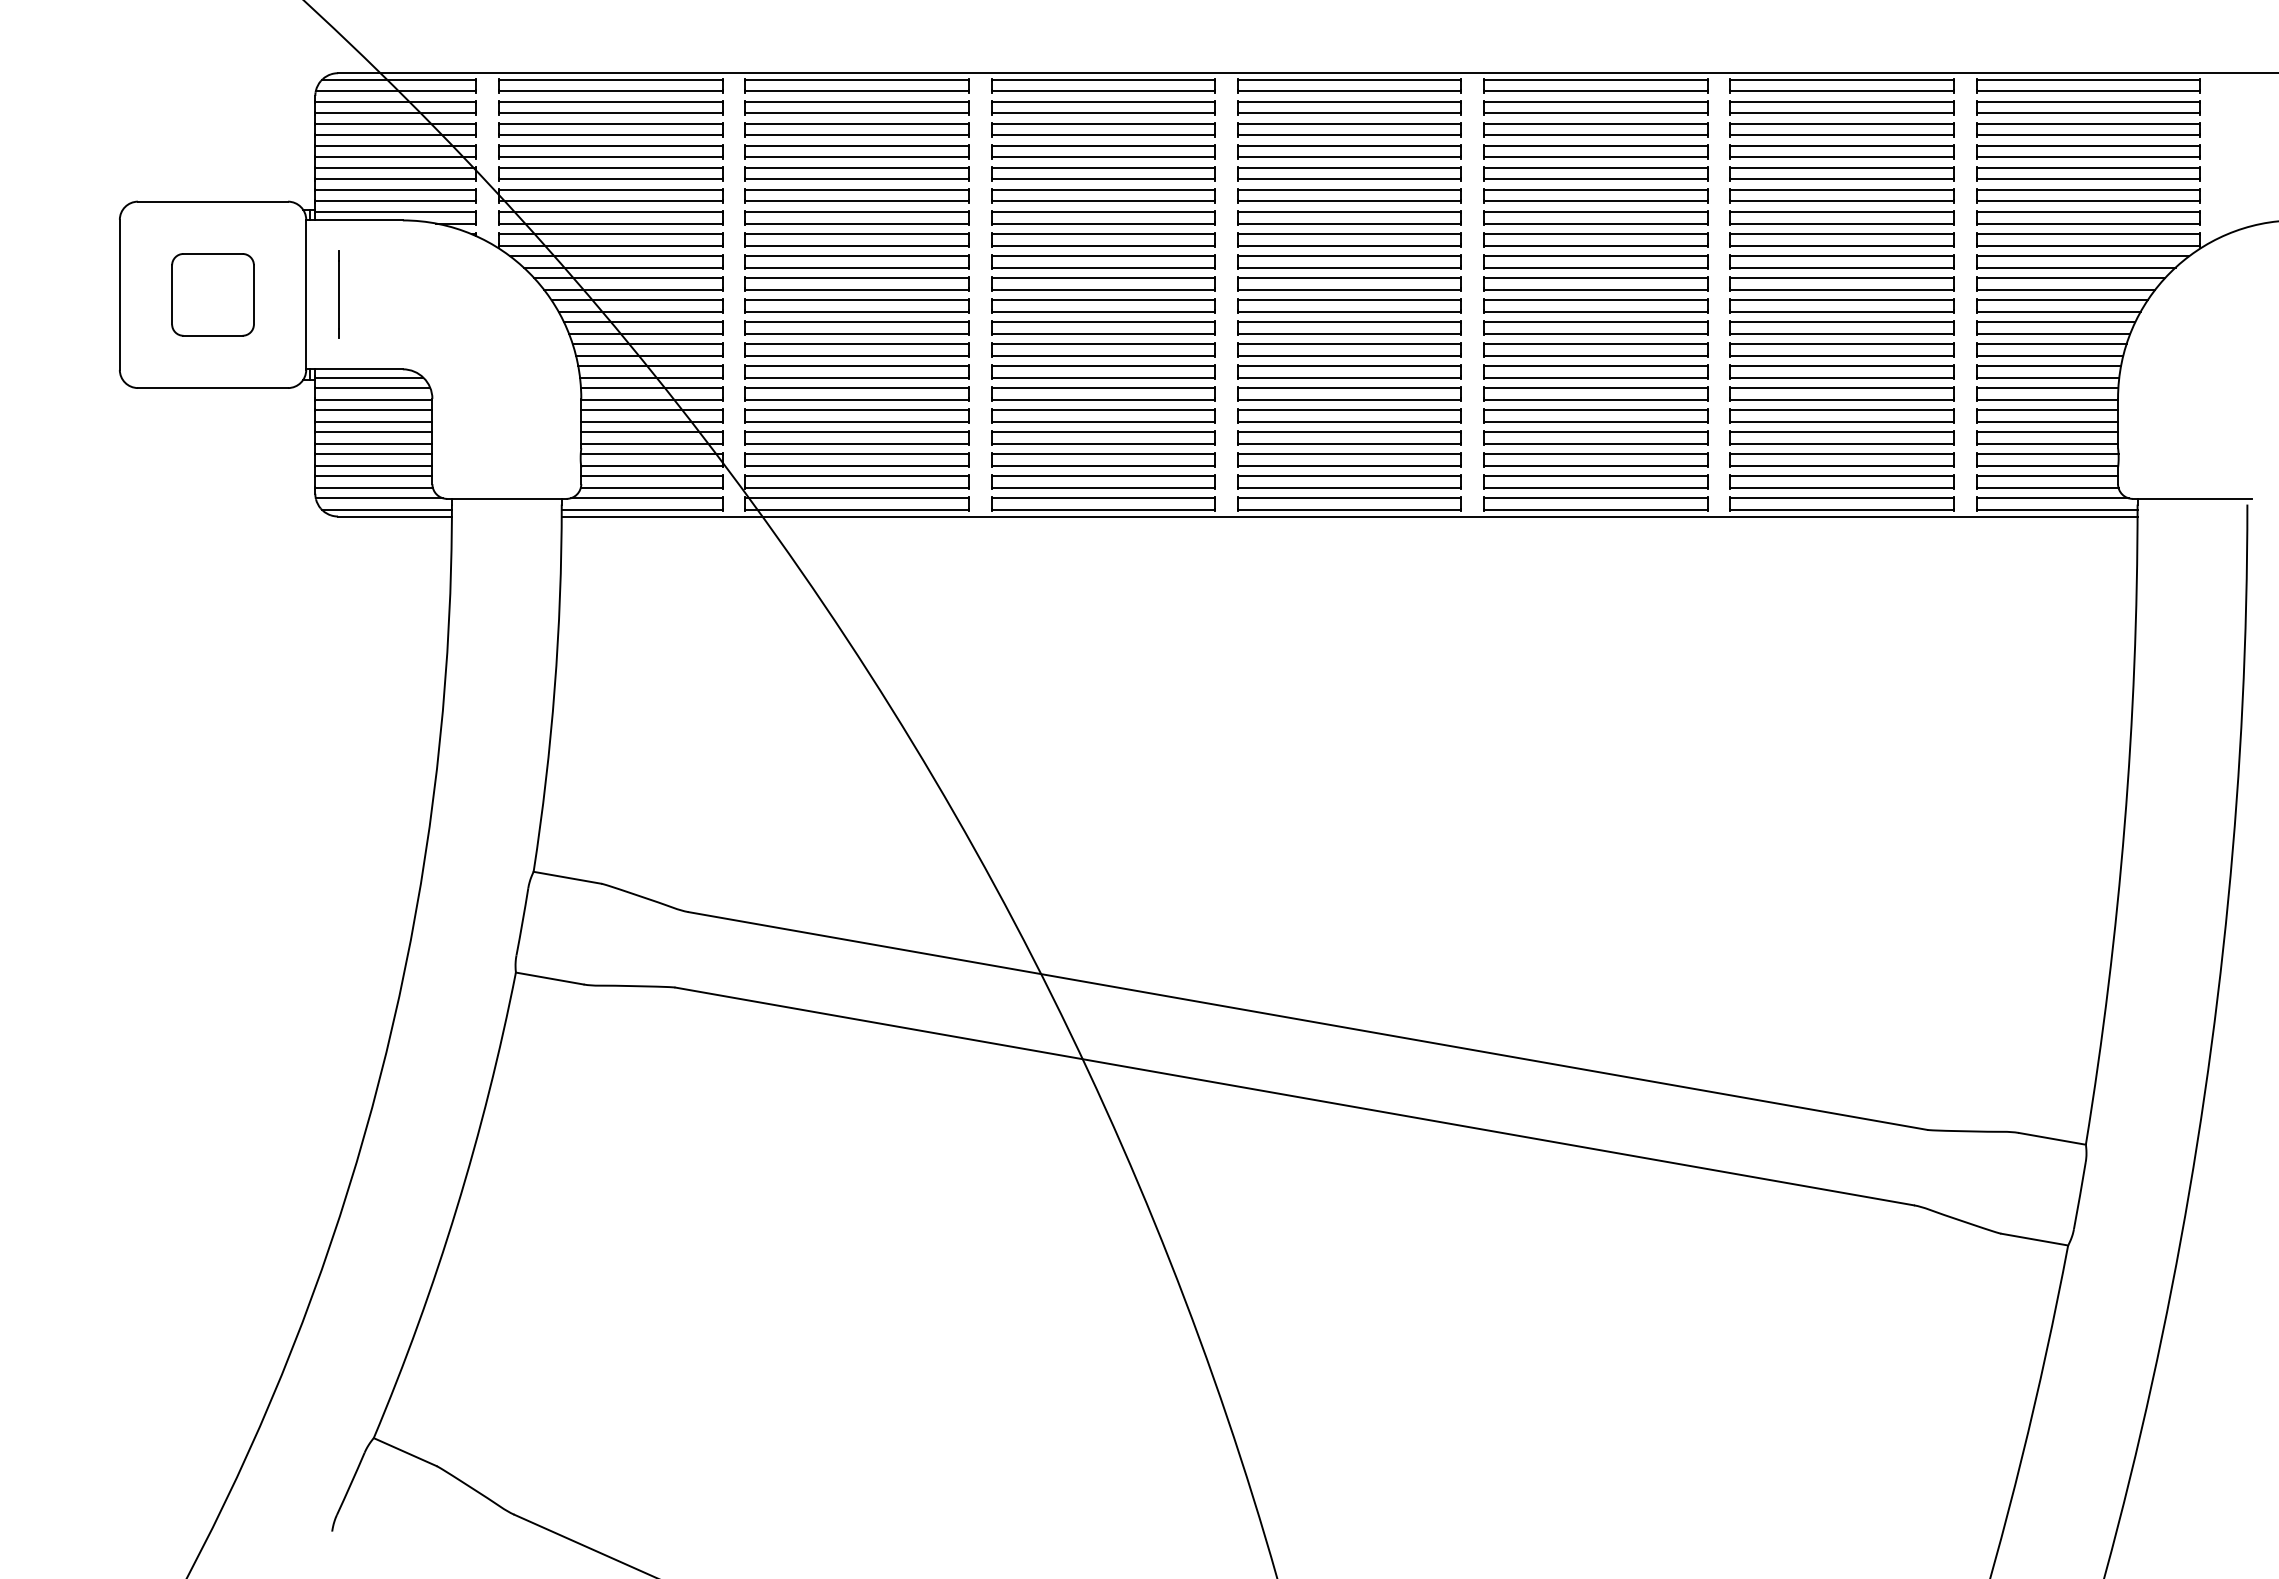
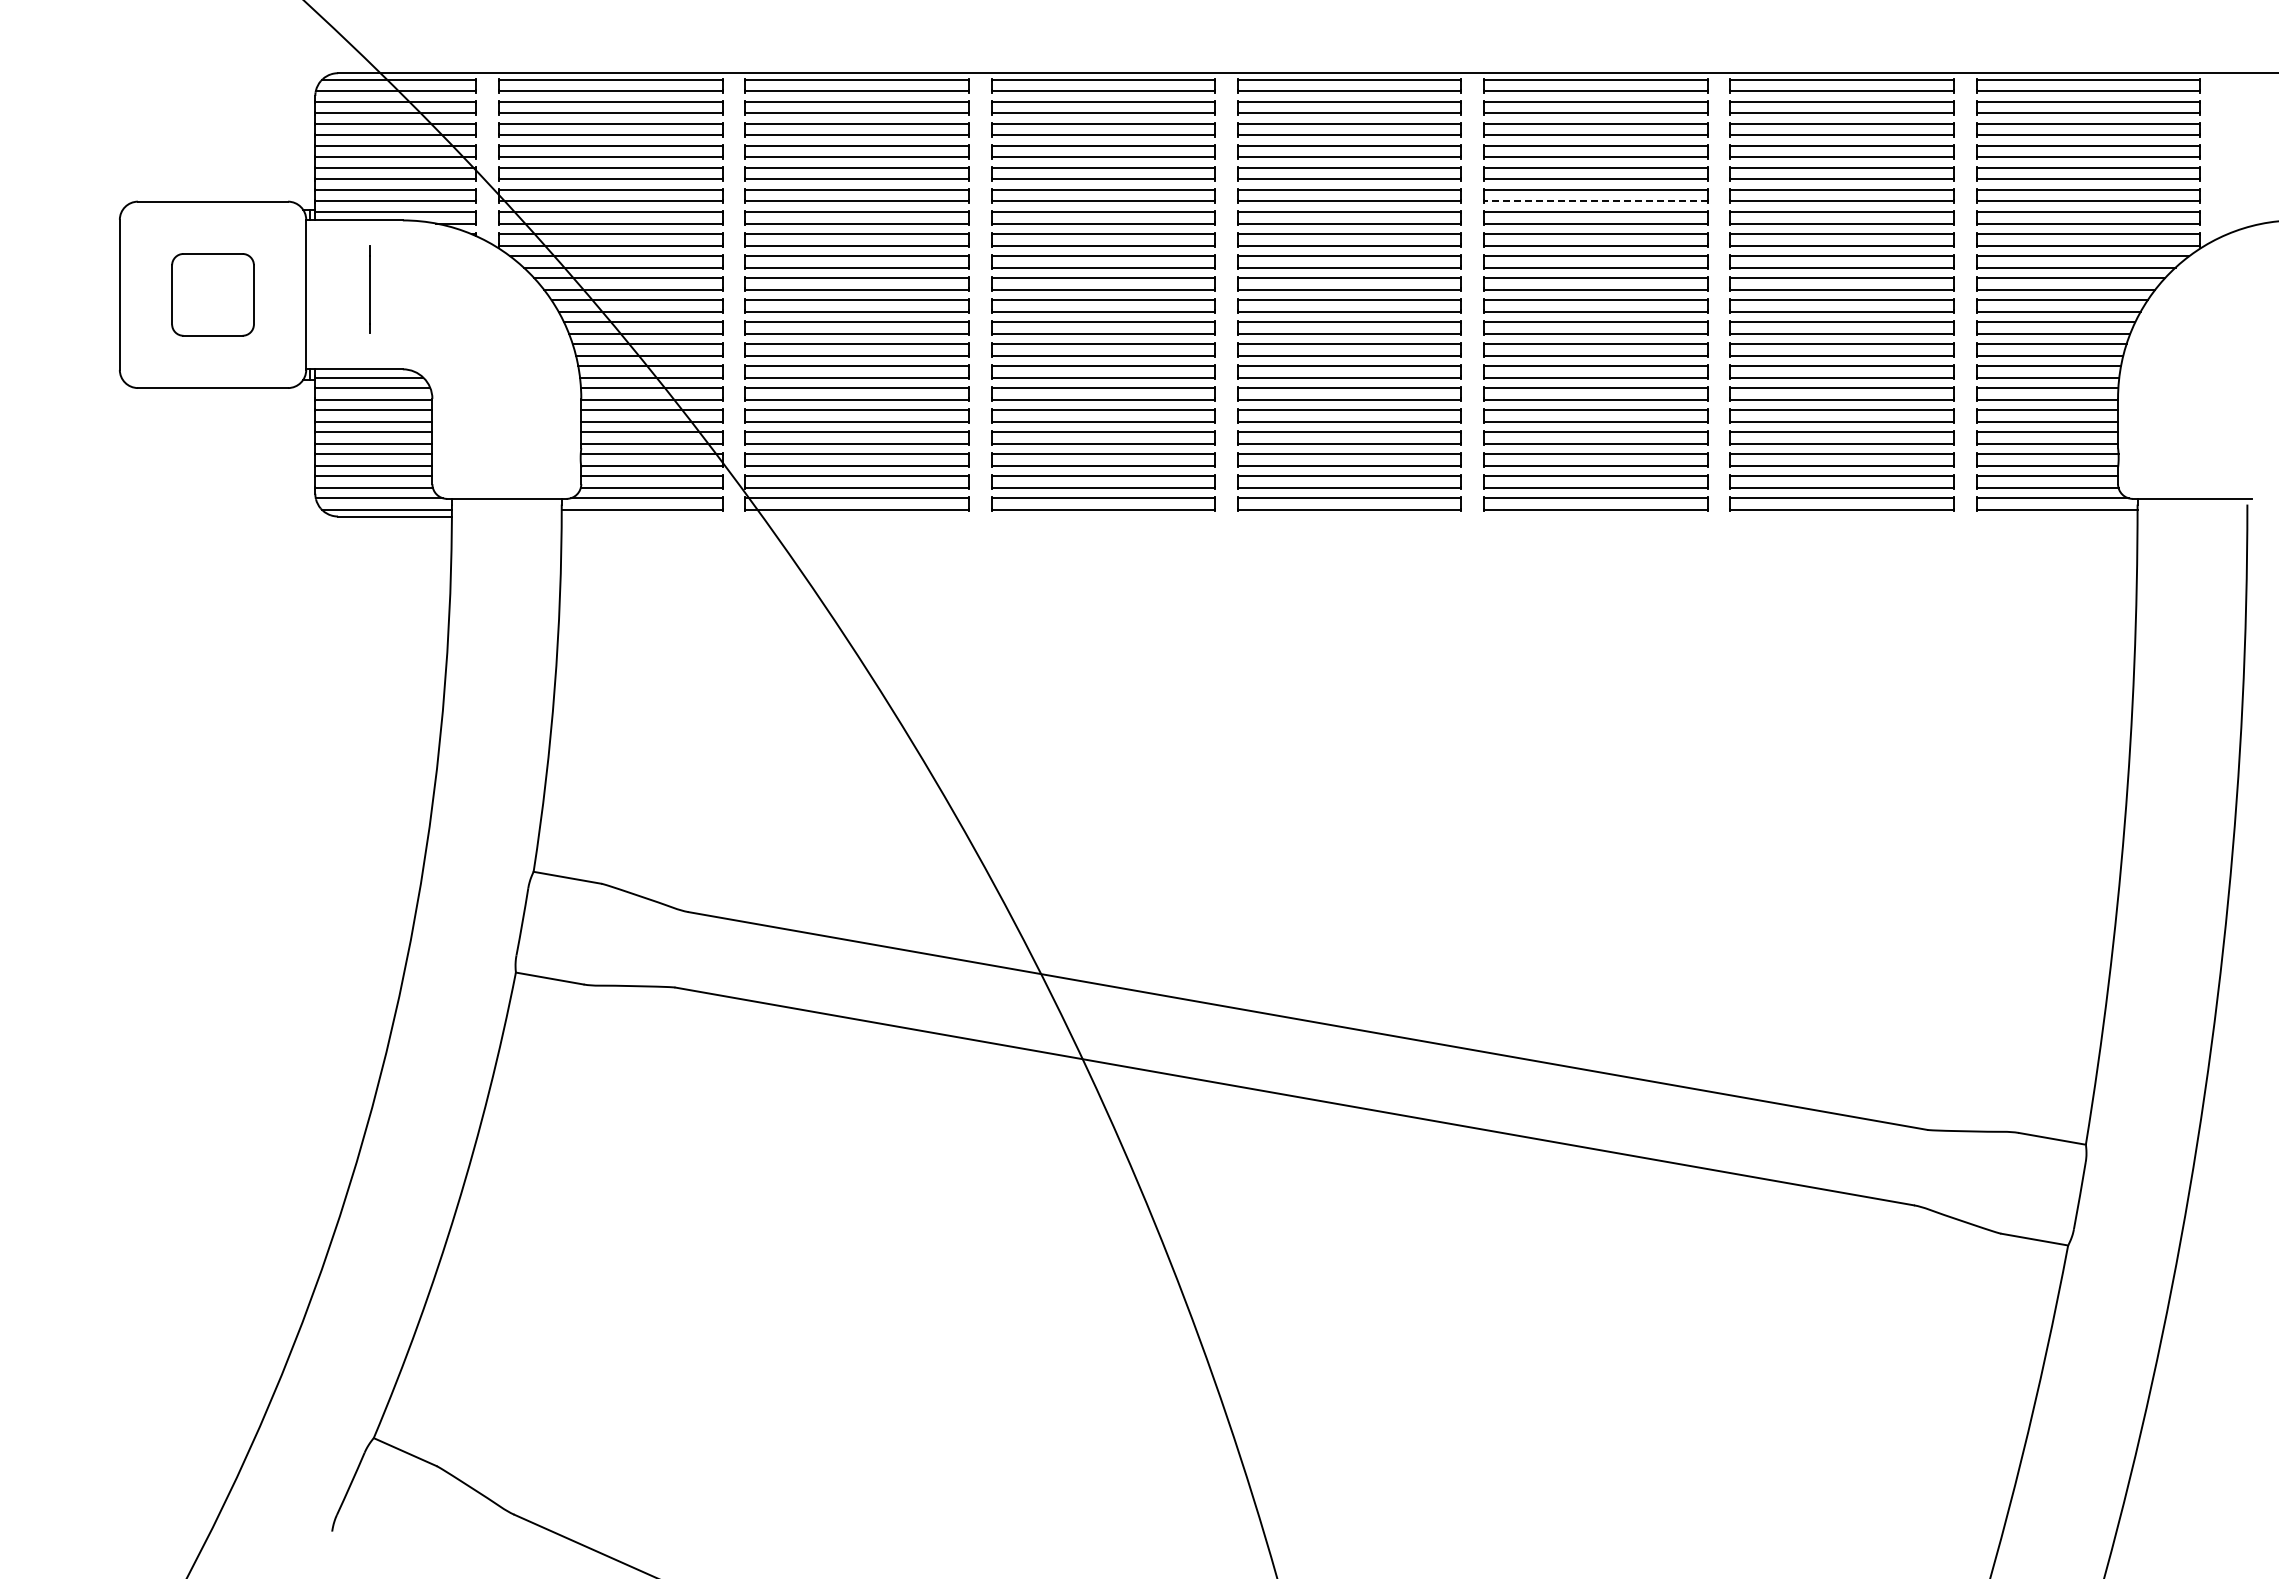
line at (1595, 201): solid -> dashed
line at (338, 294) position: (338, 294) -> (369, 289)
line at (1349, 516): present -> none
